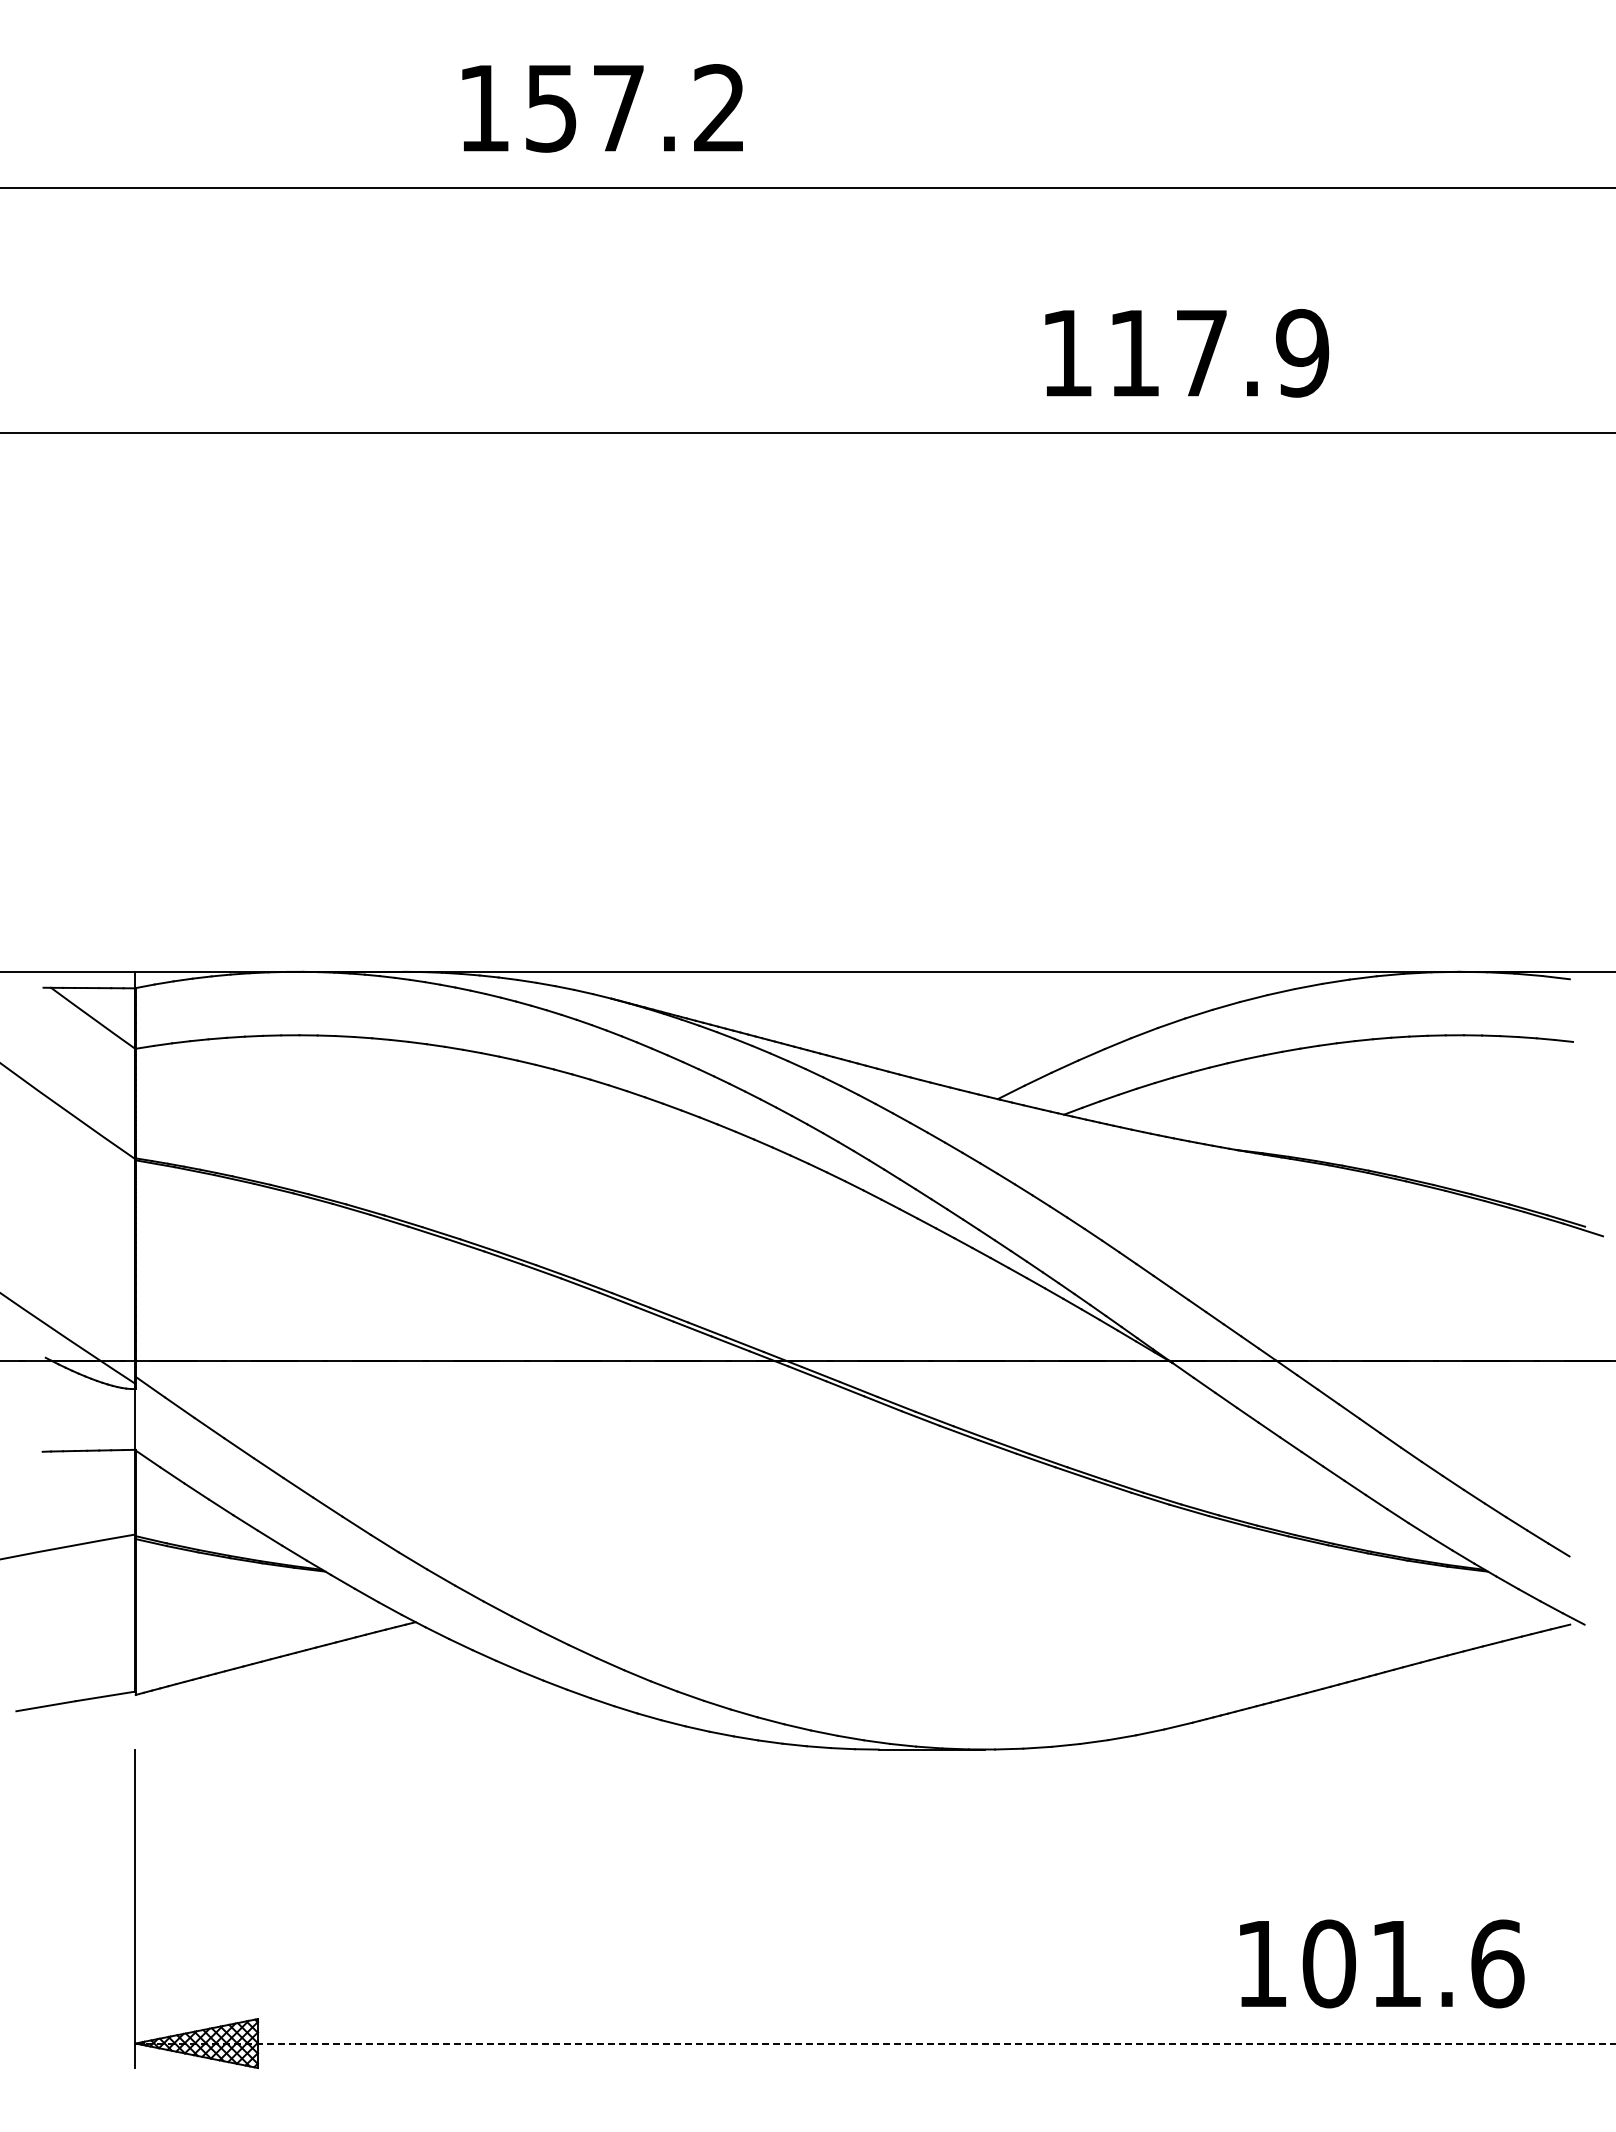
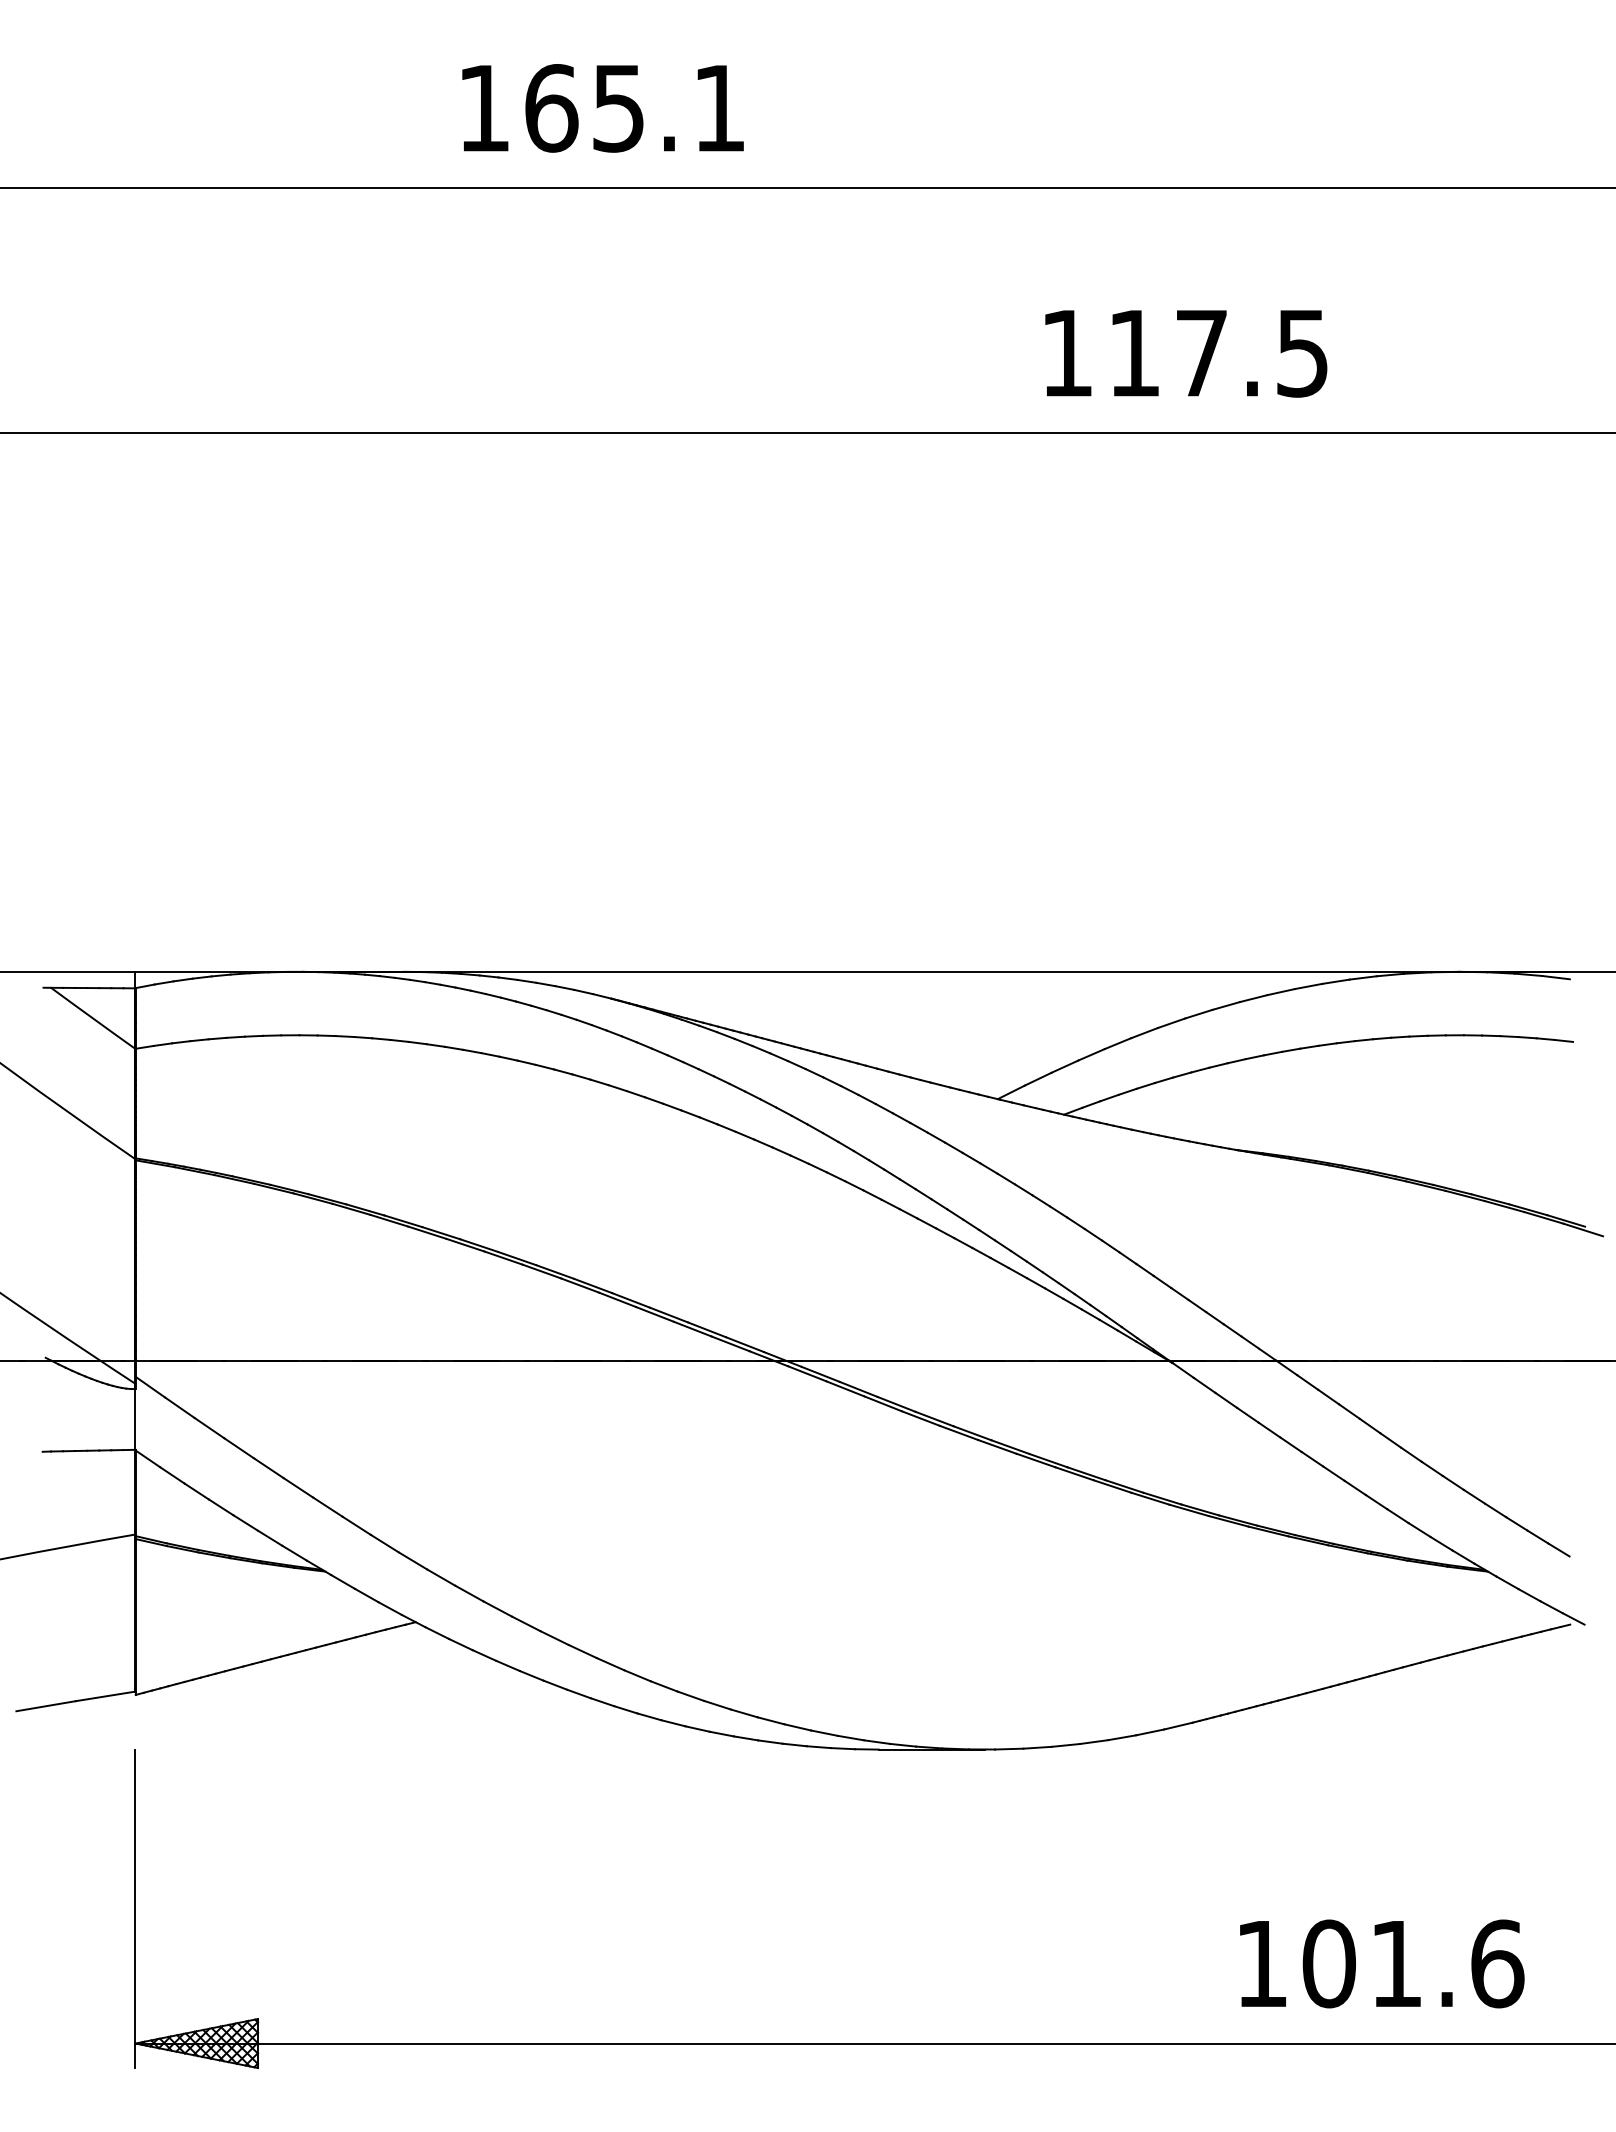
text at (634, 108): 157.2 -> 165.1
text at (1302, 352): 117.9 -> 117.5
line at (875, 2043): dashed -> solid
